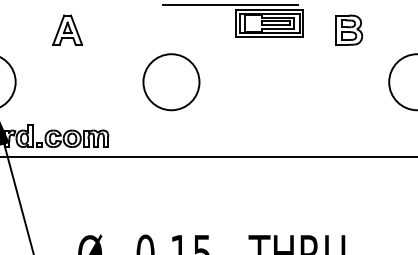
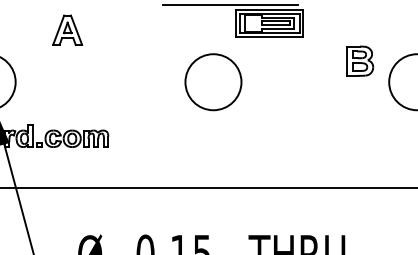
part at (349, 29) position: (349, 29) -> (360, 60)
circle at (171, 82) position: (171, 82) -> (213, 82)
line at (208, 156) position: (208, 156) -> (208, 187)
